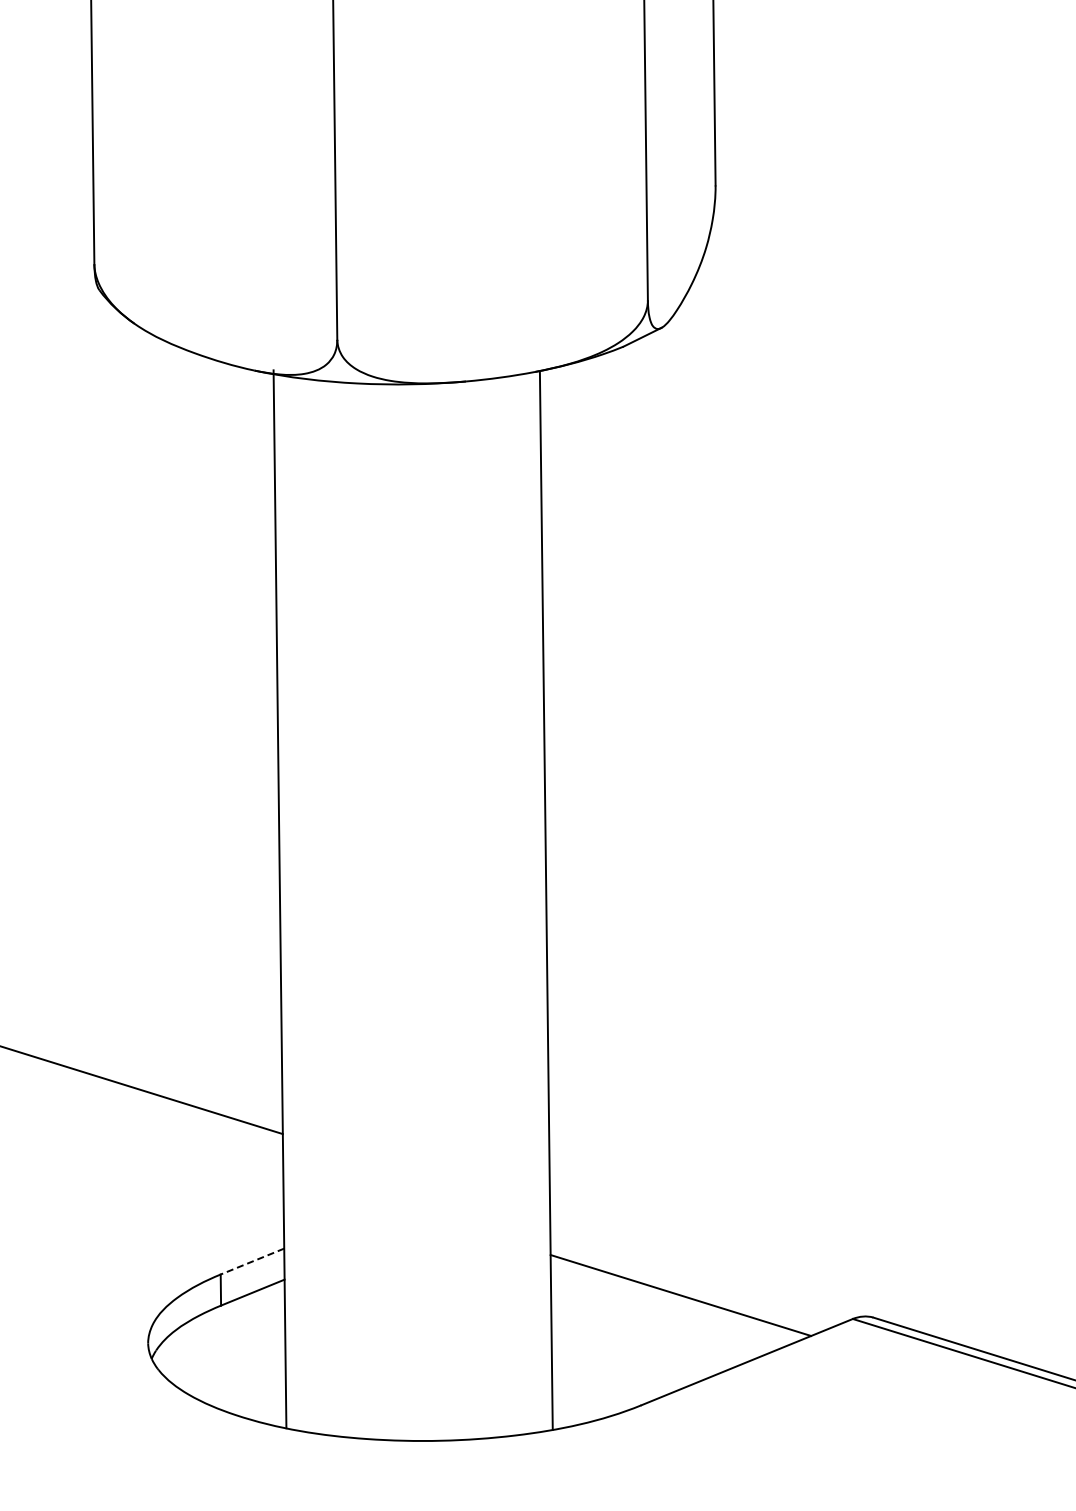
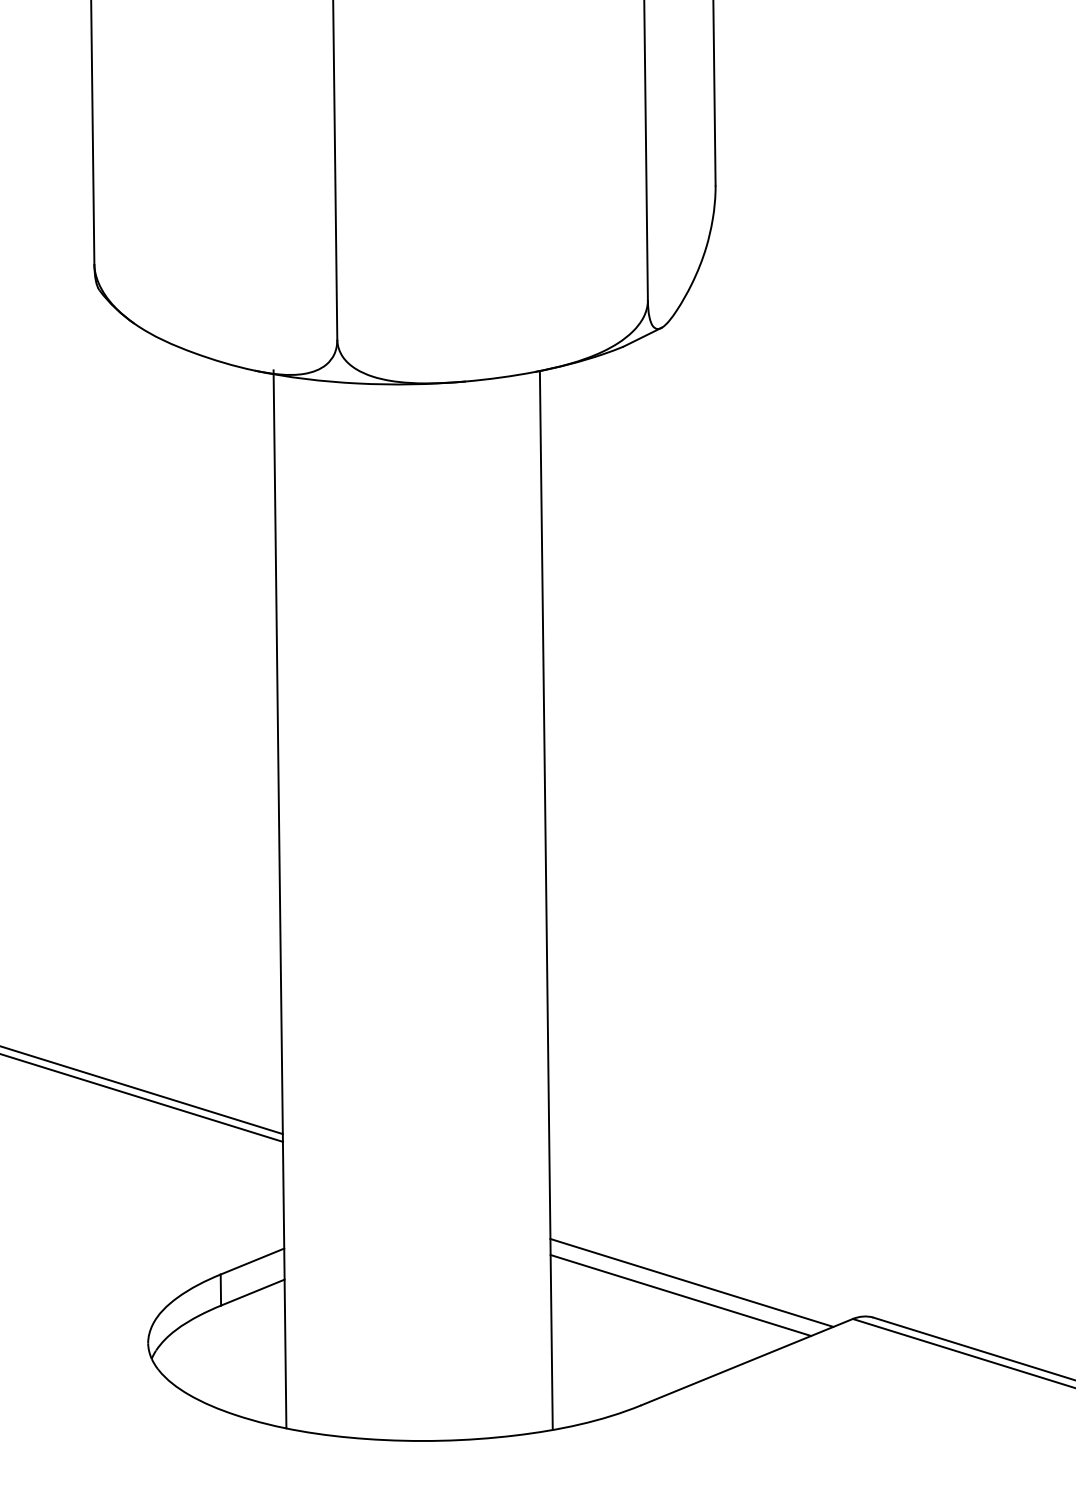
line at (142, 1097): none -> present
line at (252, 1261): dashed -> solid
line at (691, 1282): none -> present
